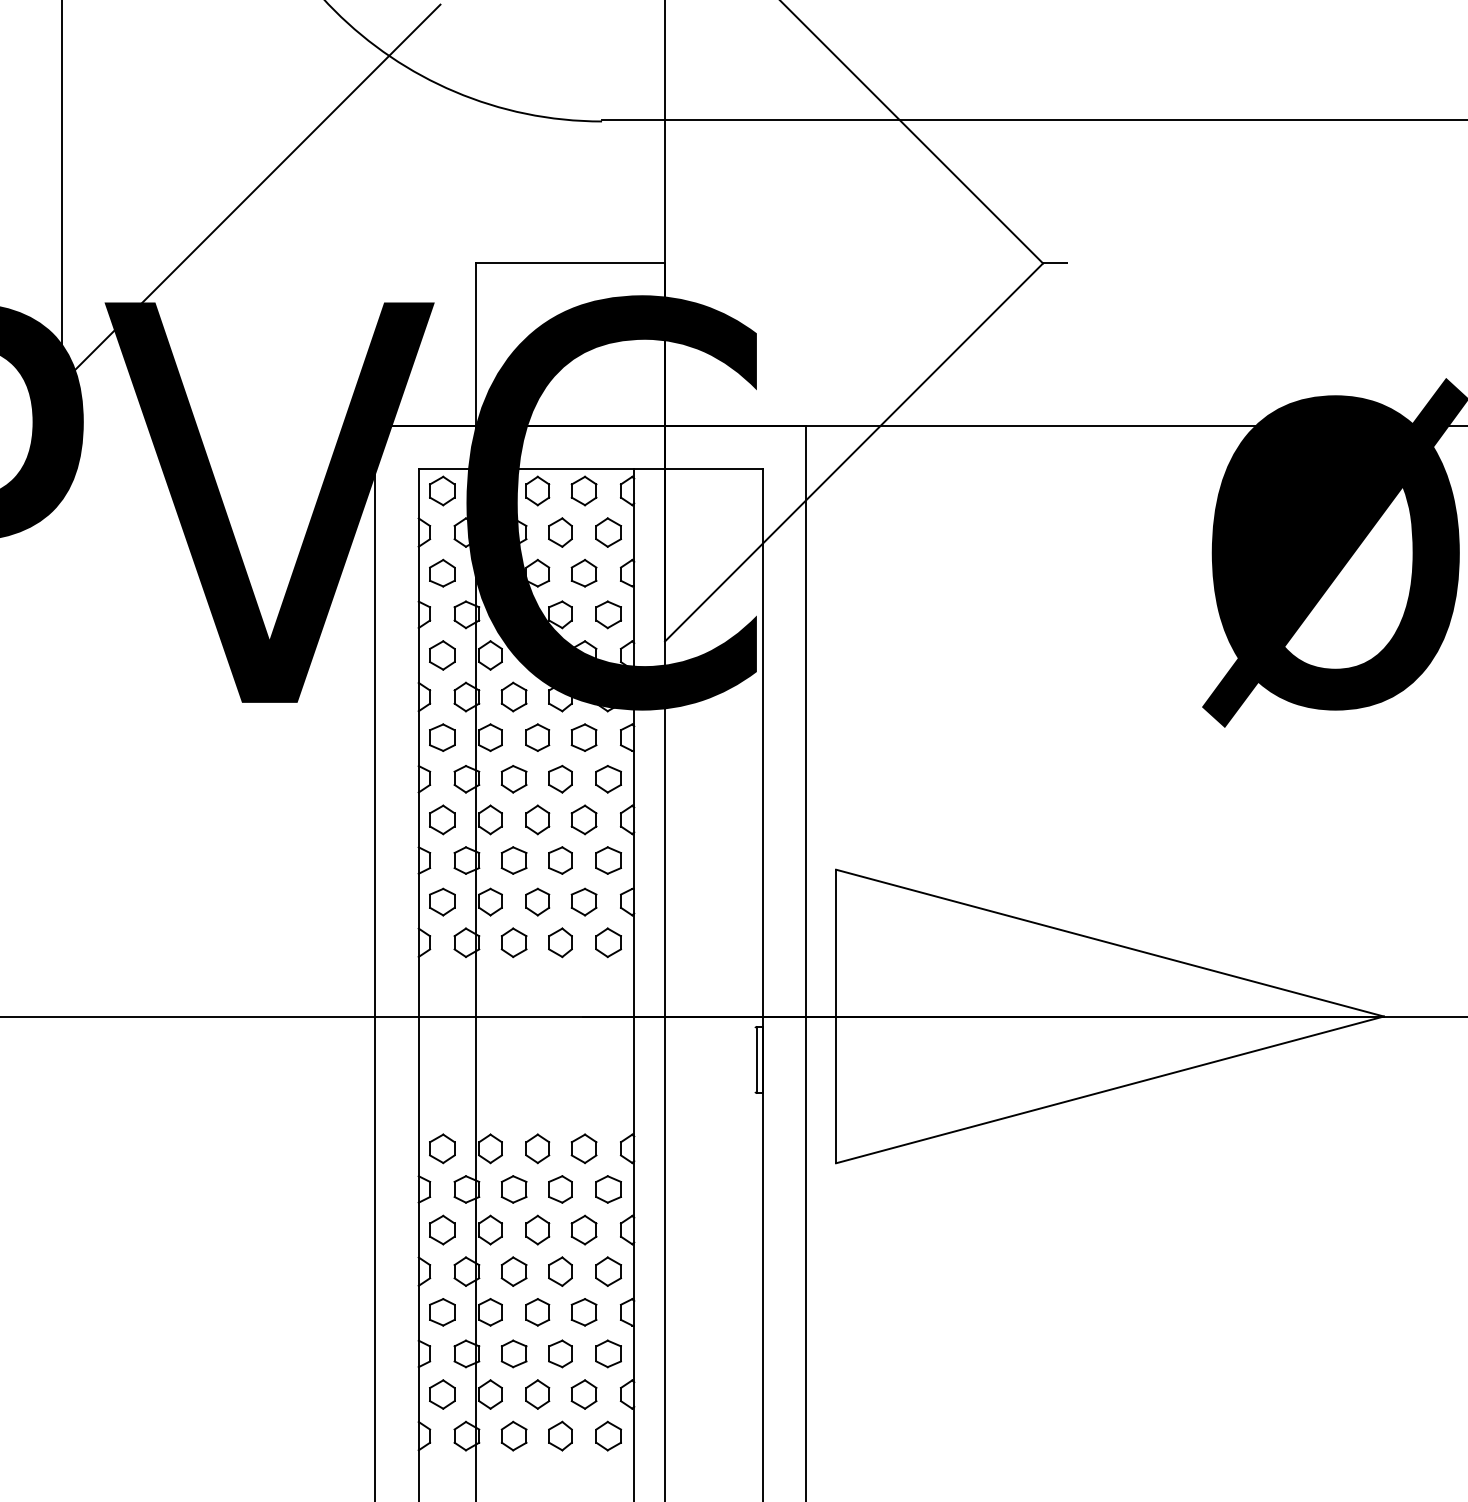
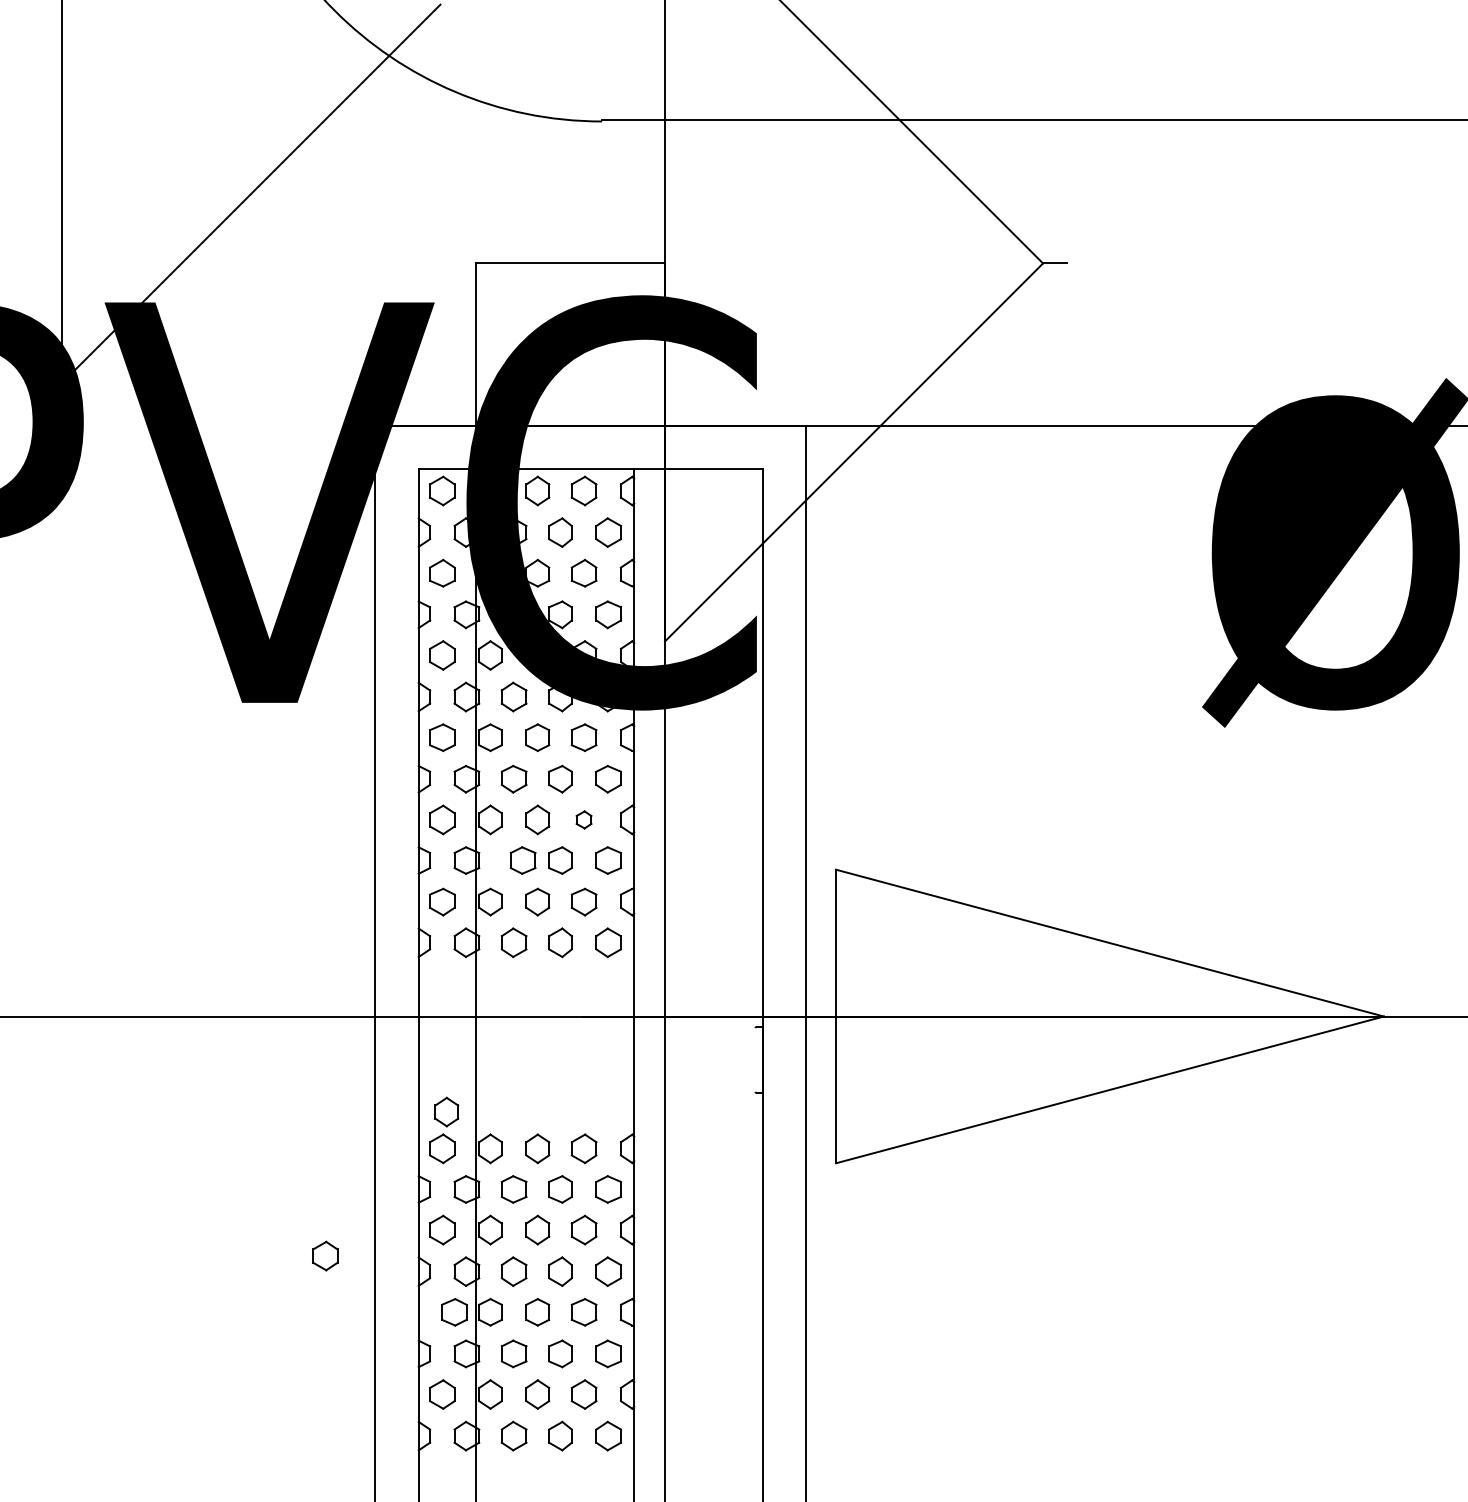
part at (583, 819) size: 28x32 px -> 18x20 px
part at (513, 860) position: (513, 860) -> (522, 860)
line at (757, 1059): present -> none
part at (446, 1111): none -> present
part at (325, 1255): none -> present
part at (442, 1312) position: (442, 1312) -> (454, 1312)
